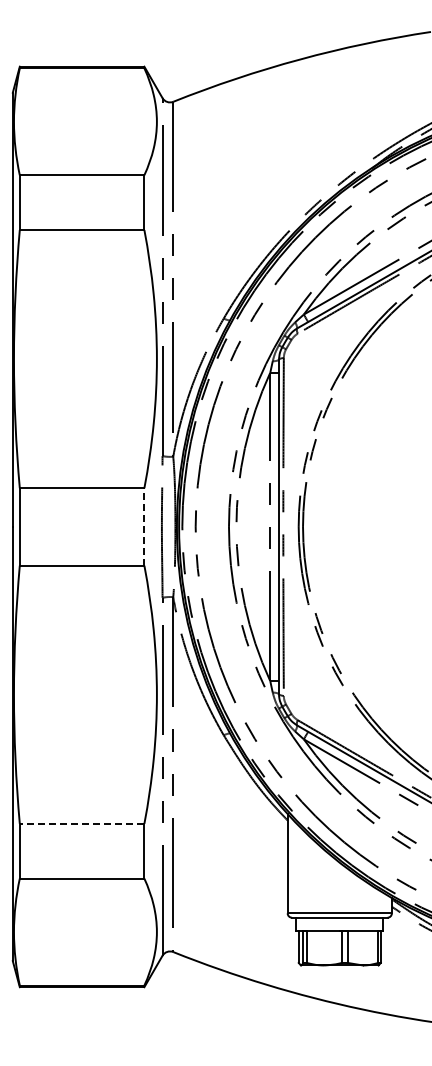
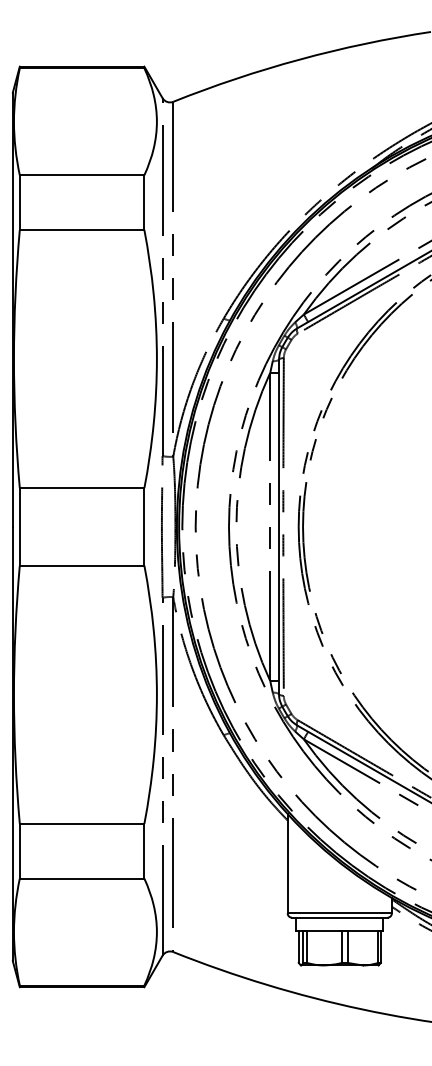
line at (144, 526): dashed -> solid
line at (81, 823): dashed -> solid
